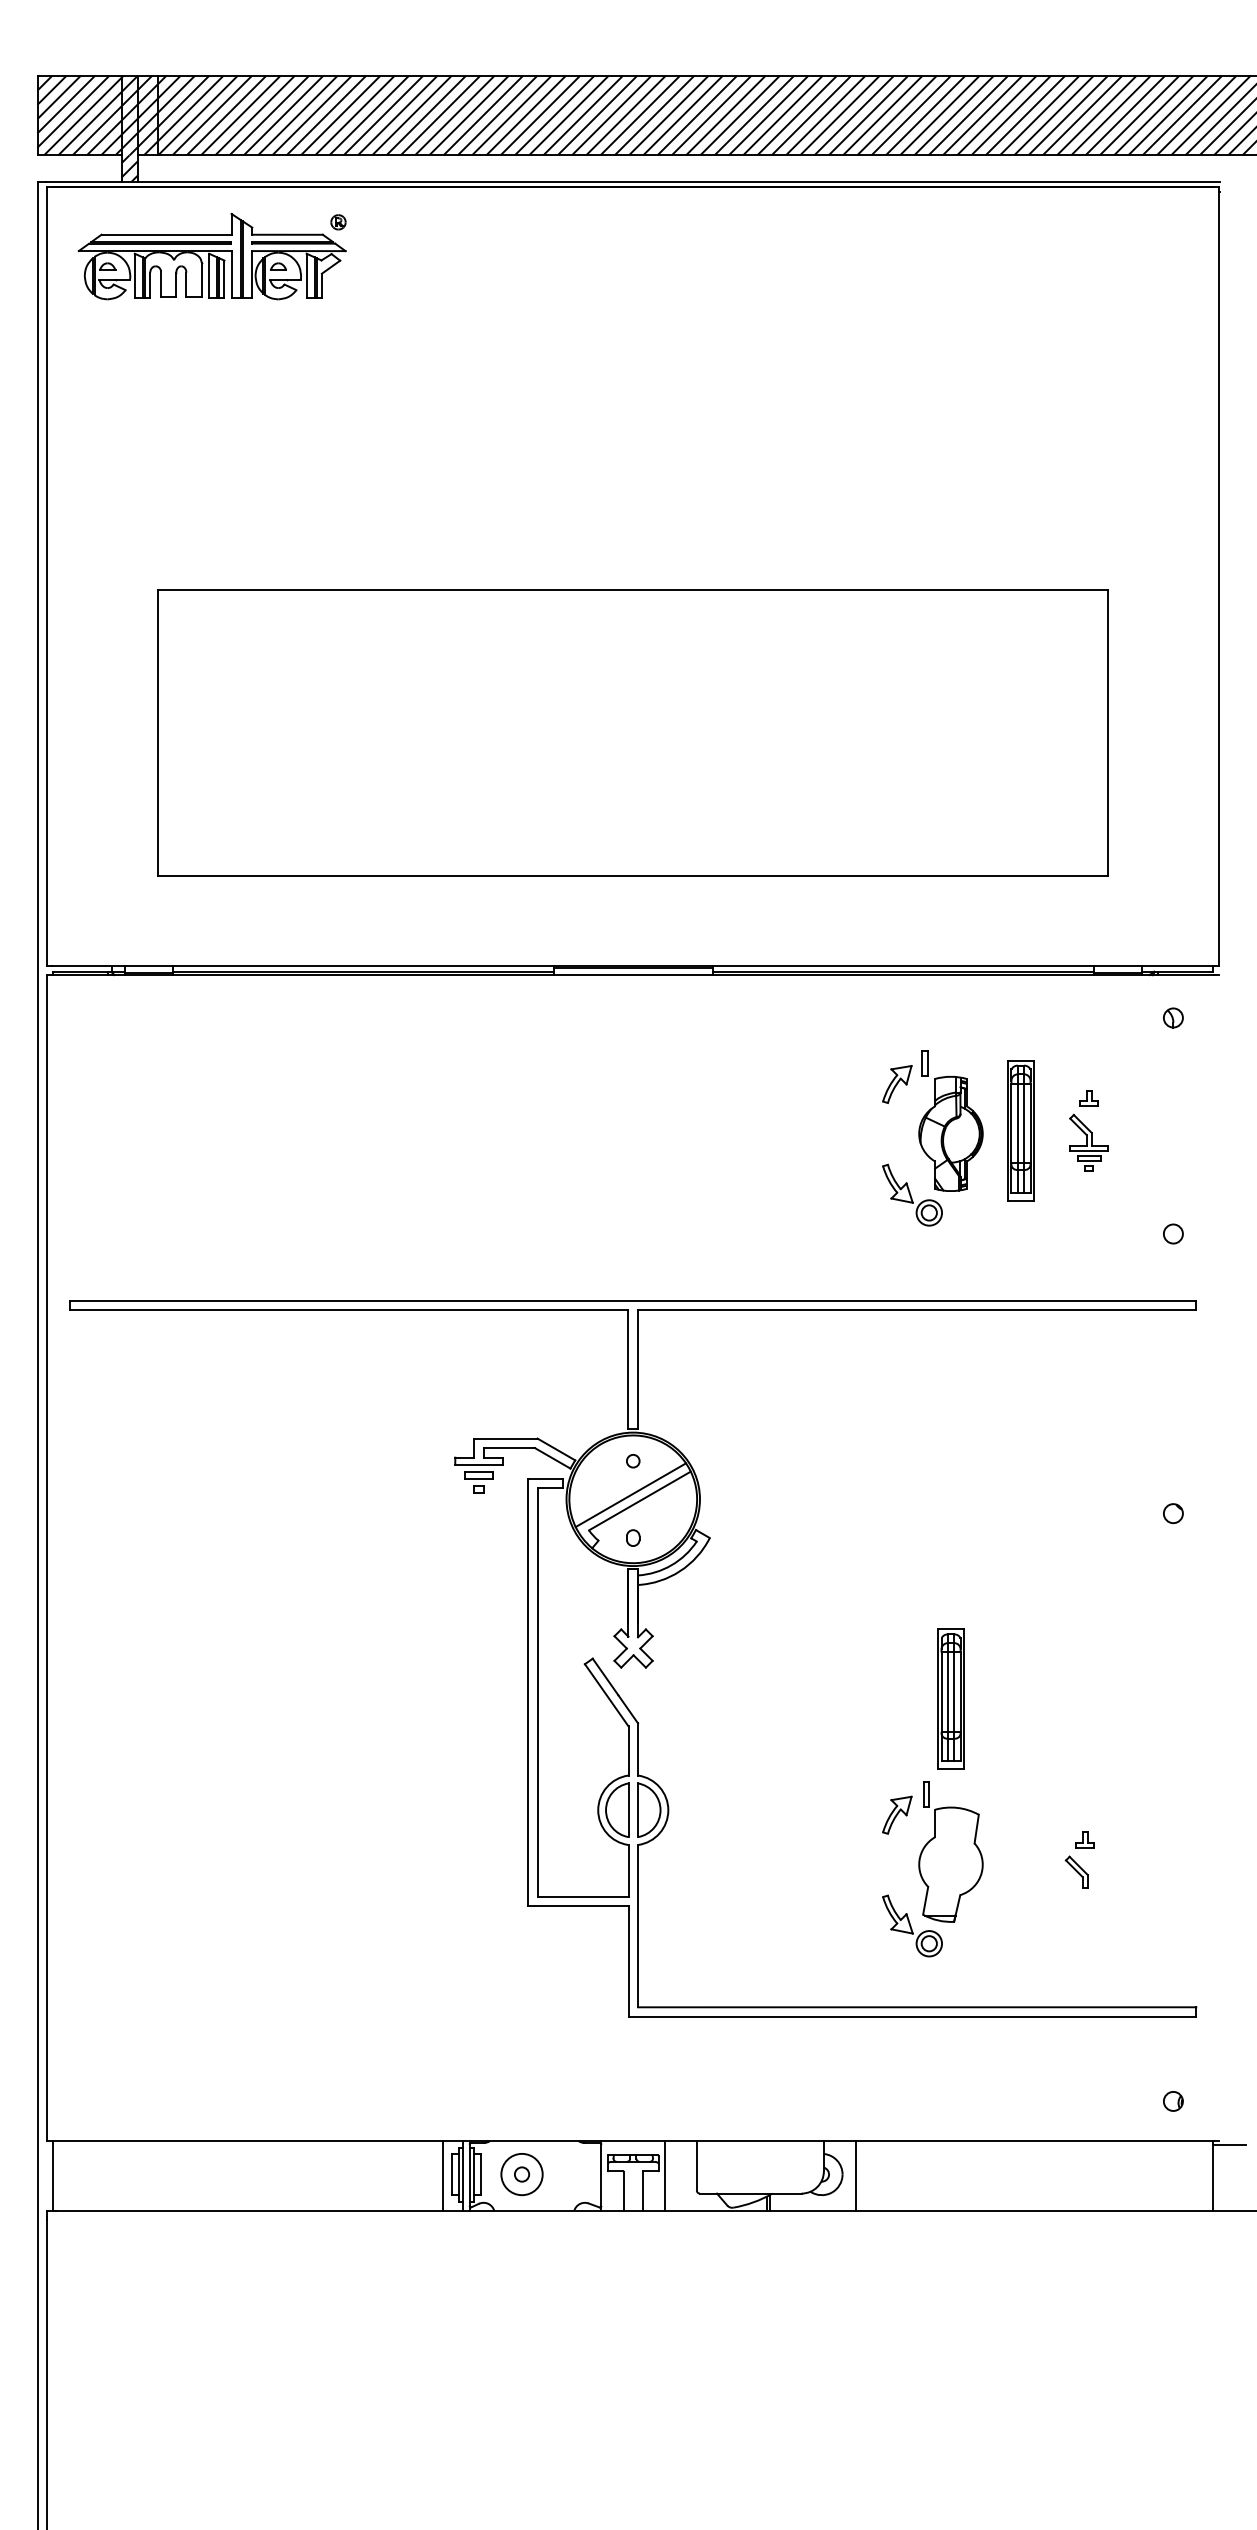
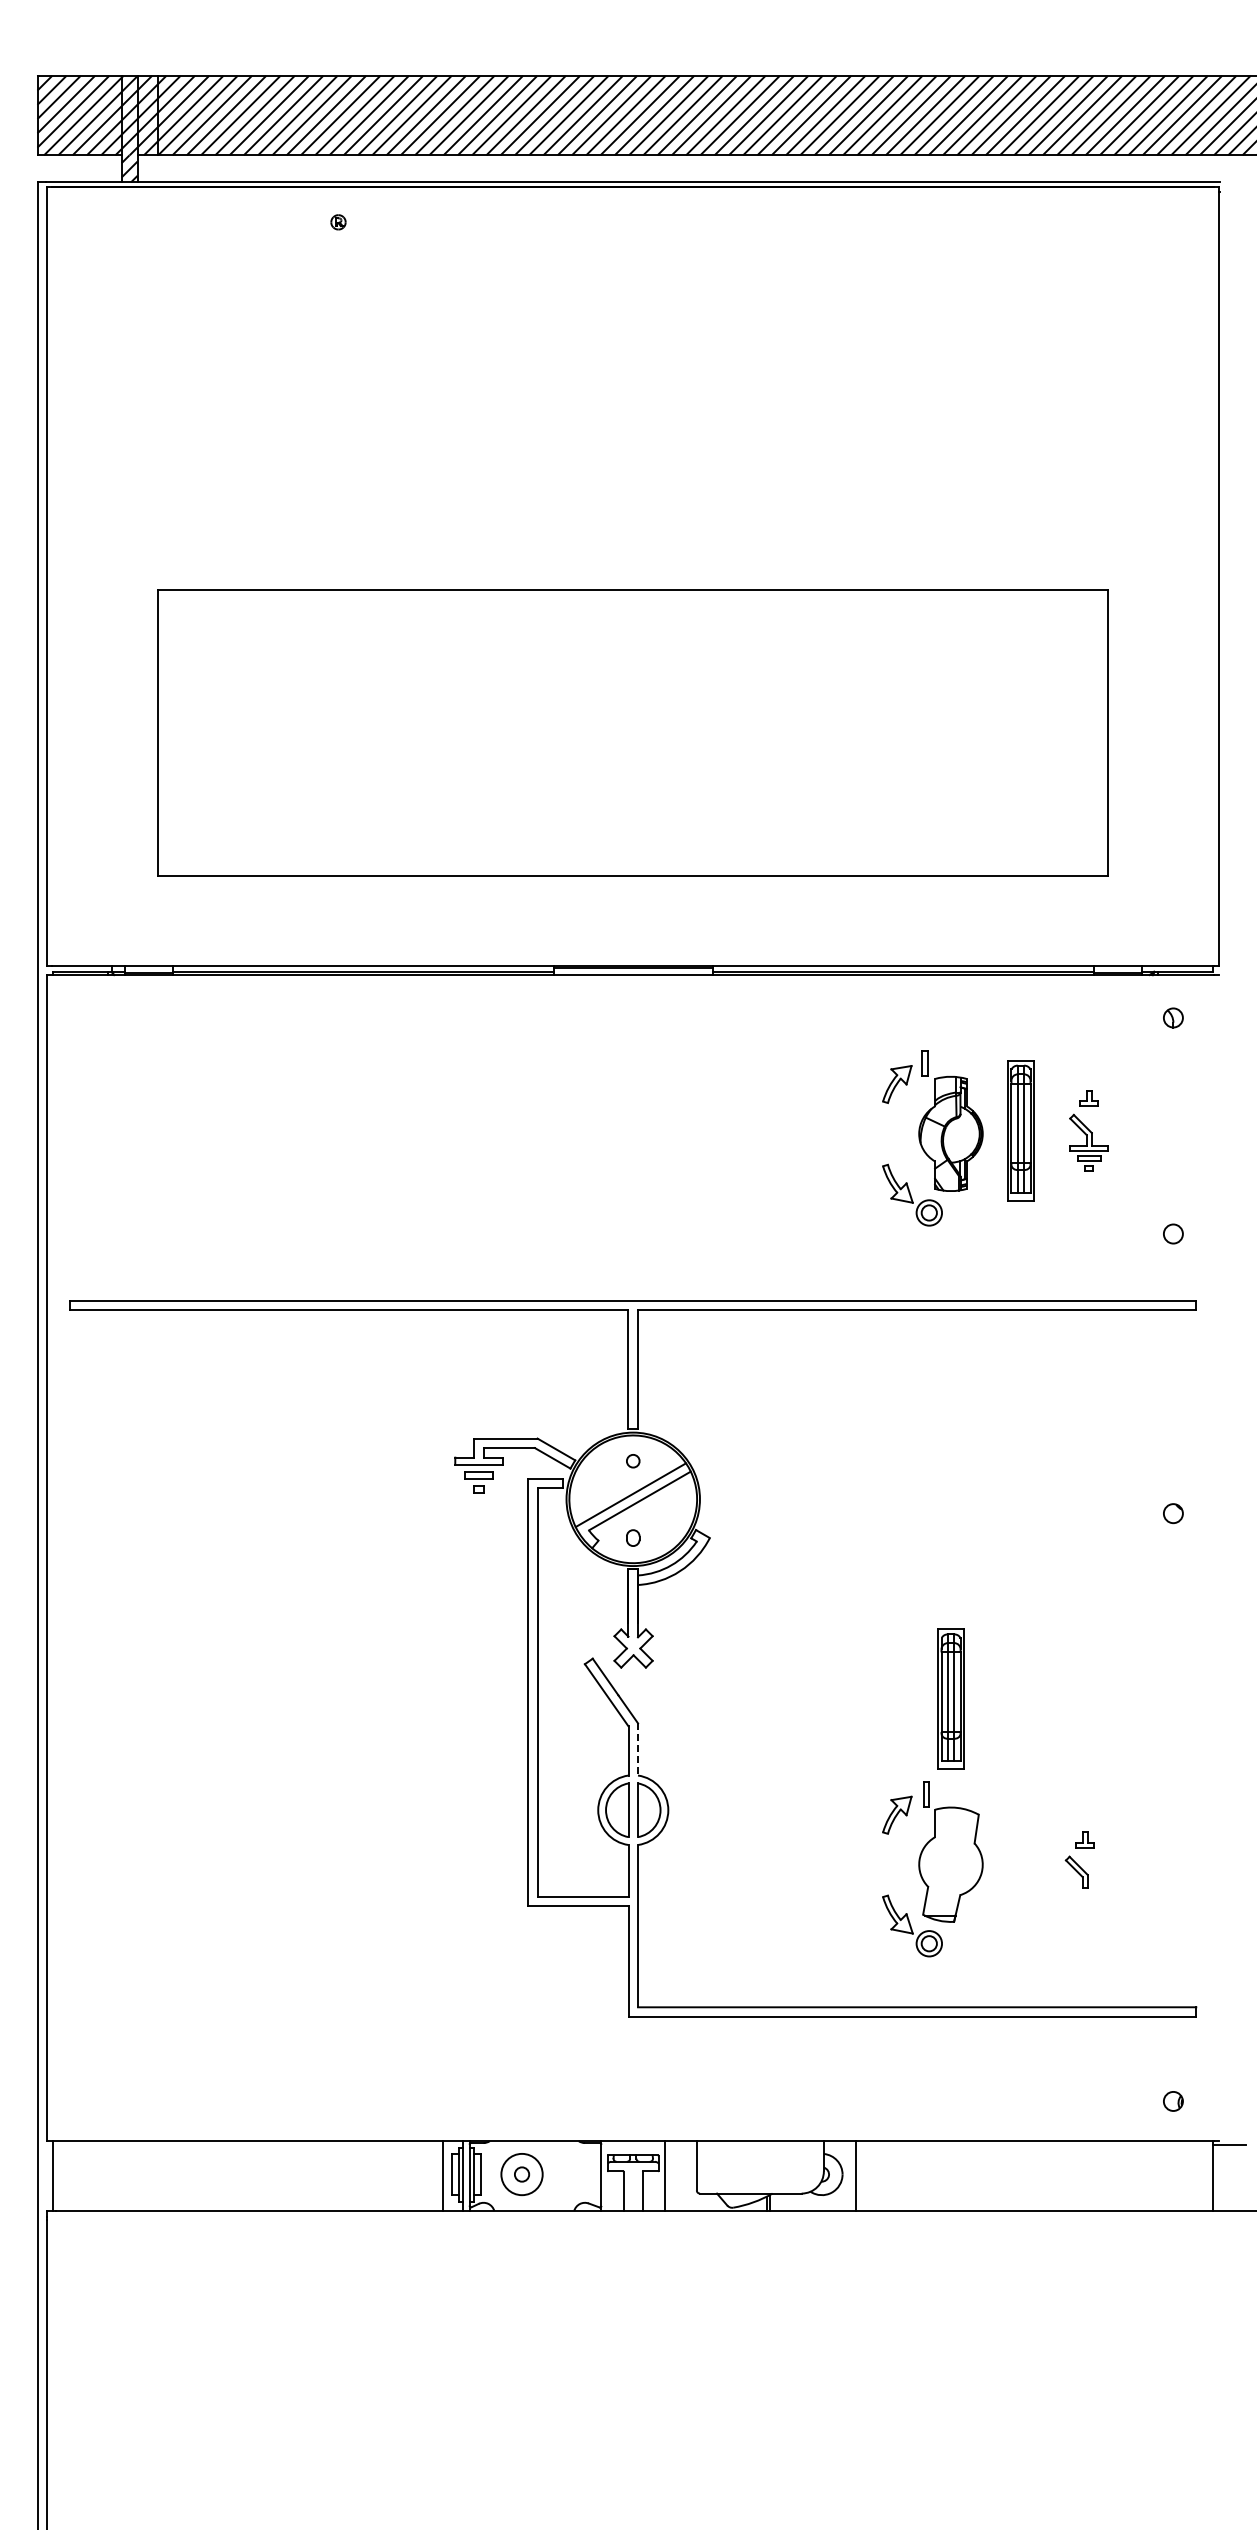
part at (211, 256): present -> none
line at (638, 1749): solid -> dashed
